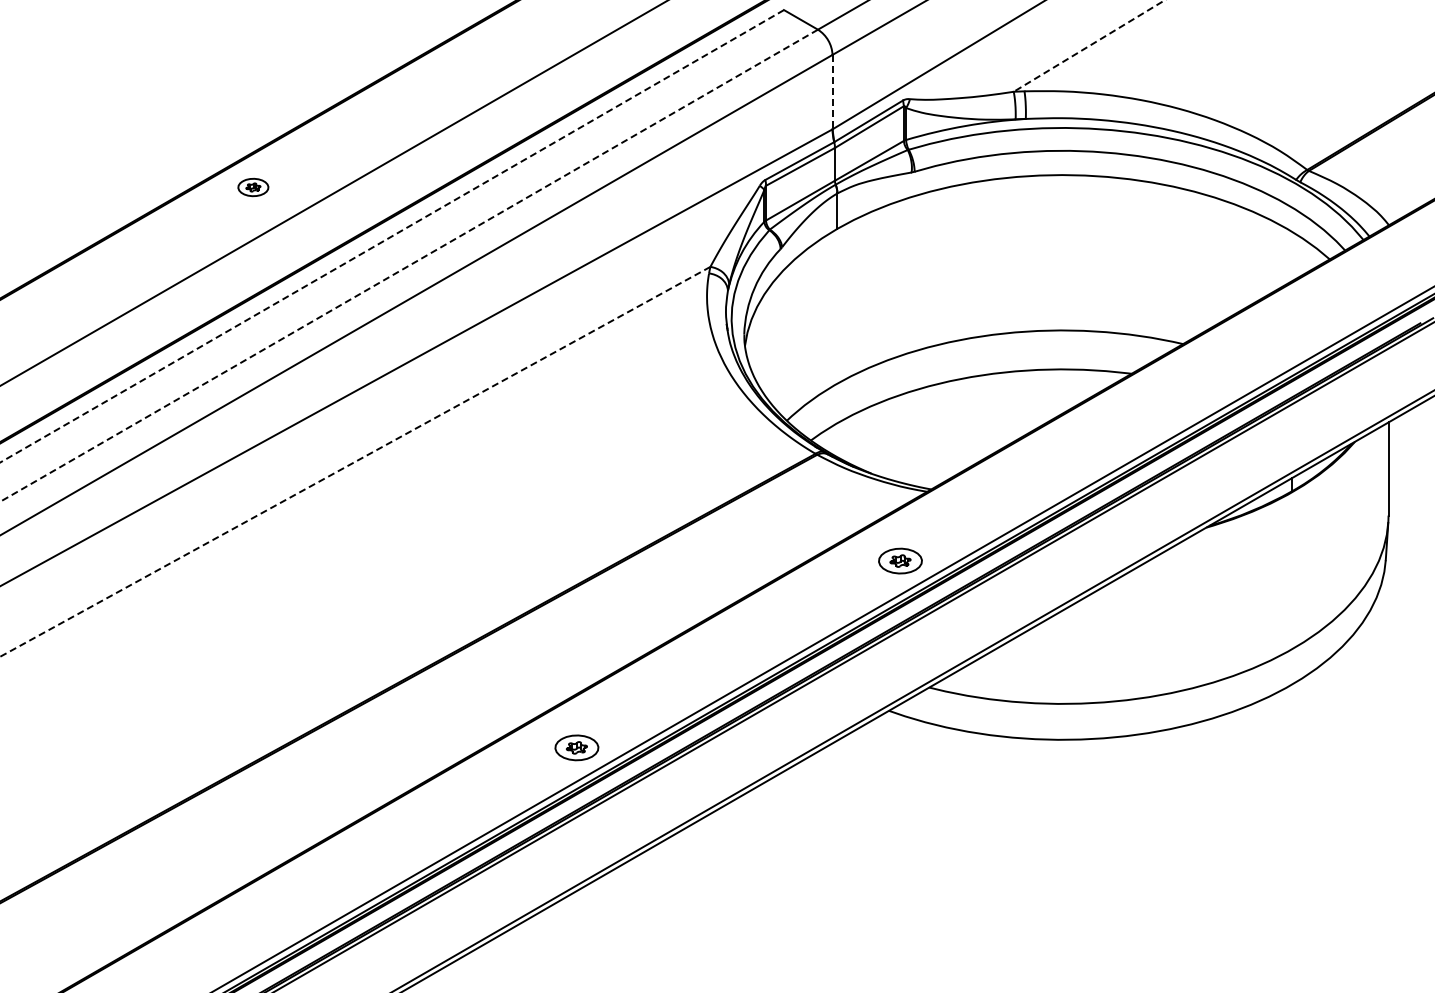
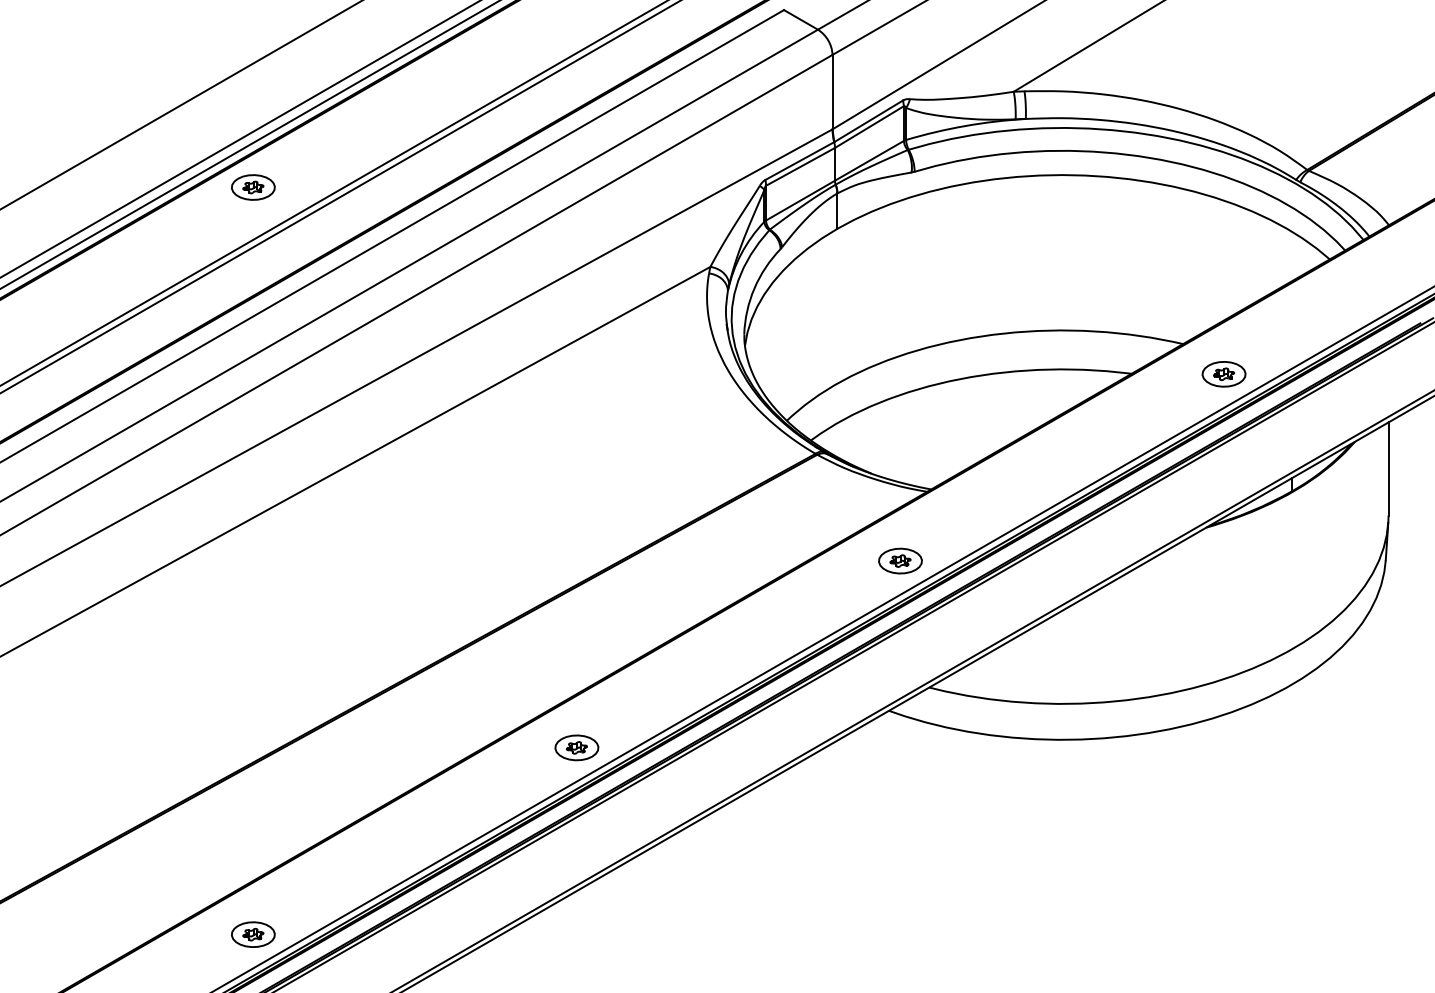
line at (1089, 46): dashed -> solid
line at (832, 92): dashed -> solid
line at (180, 105): none -> present
line at (239, 139): none -> present
line at (249, 144): none -> present
part at (253, 187) size: 33x21 px -> 45x27 px
line at (339, 196): none -> present
line at (391, 236): dashed -> solid
line at (408, 266): dashed -> solid
part at (1223, 374): none -> present
line at (354, 462): dashed -> solid
part at (253, 934): none -> present
